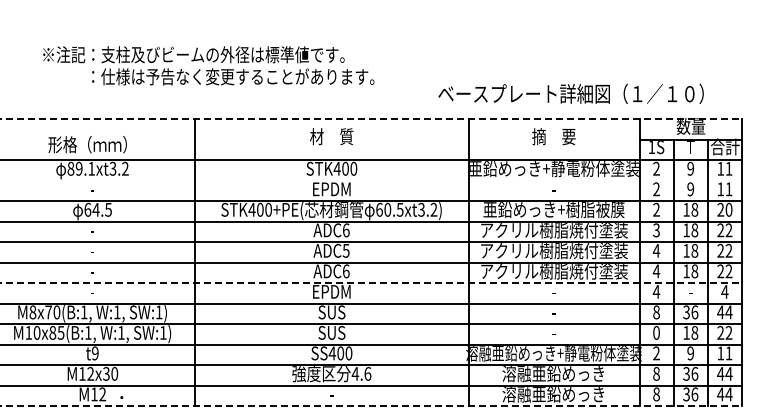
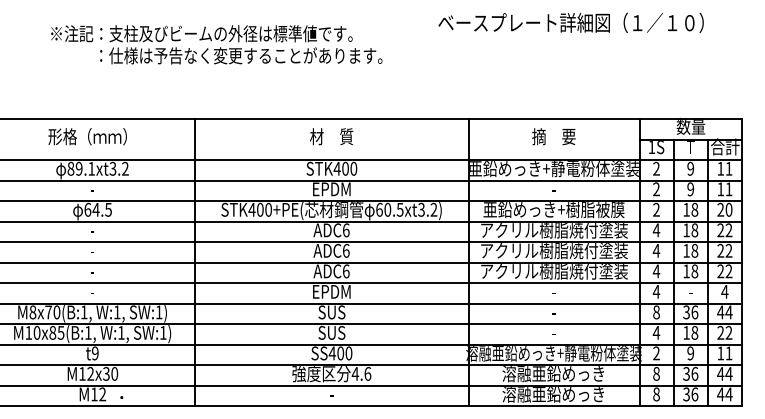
text at (208, 65) position: (208, 65) -> (216, 44)
text at (570, 93) position: (570, 93) -> (570, 22)
line at (371, 119): dashed -> solid
text at (87, 144) position: (87, 144) -> (87, 136)
line at (372, 180): none -> present
text at (656, 230): 3 -> 4
text at (345, 250): ADC5 -> ADC6
line at (371, 283): dashed -> solid
text at (656, 332): 0 -> 4
line at (371, 406): dashed -> solid
